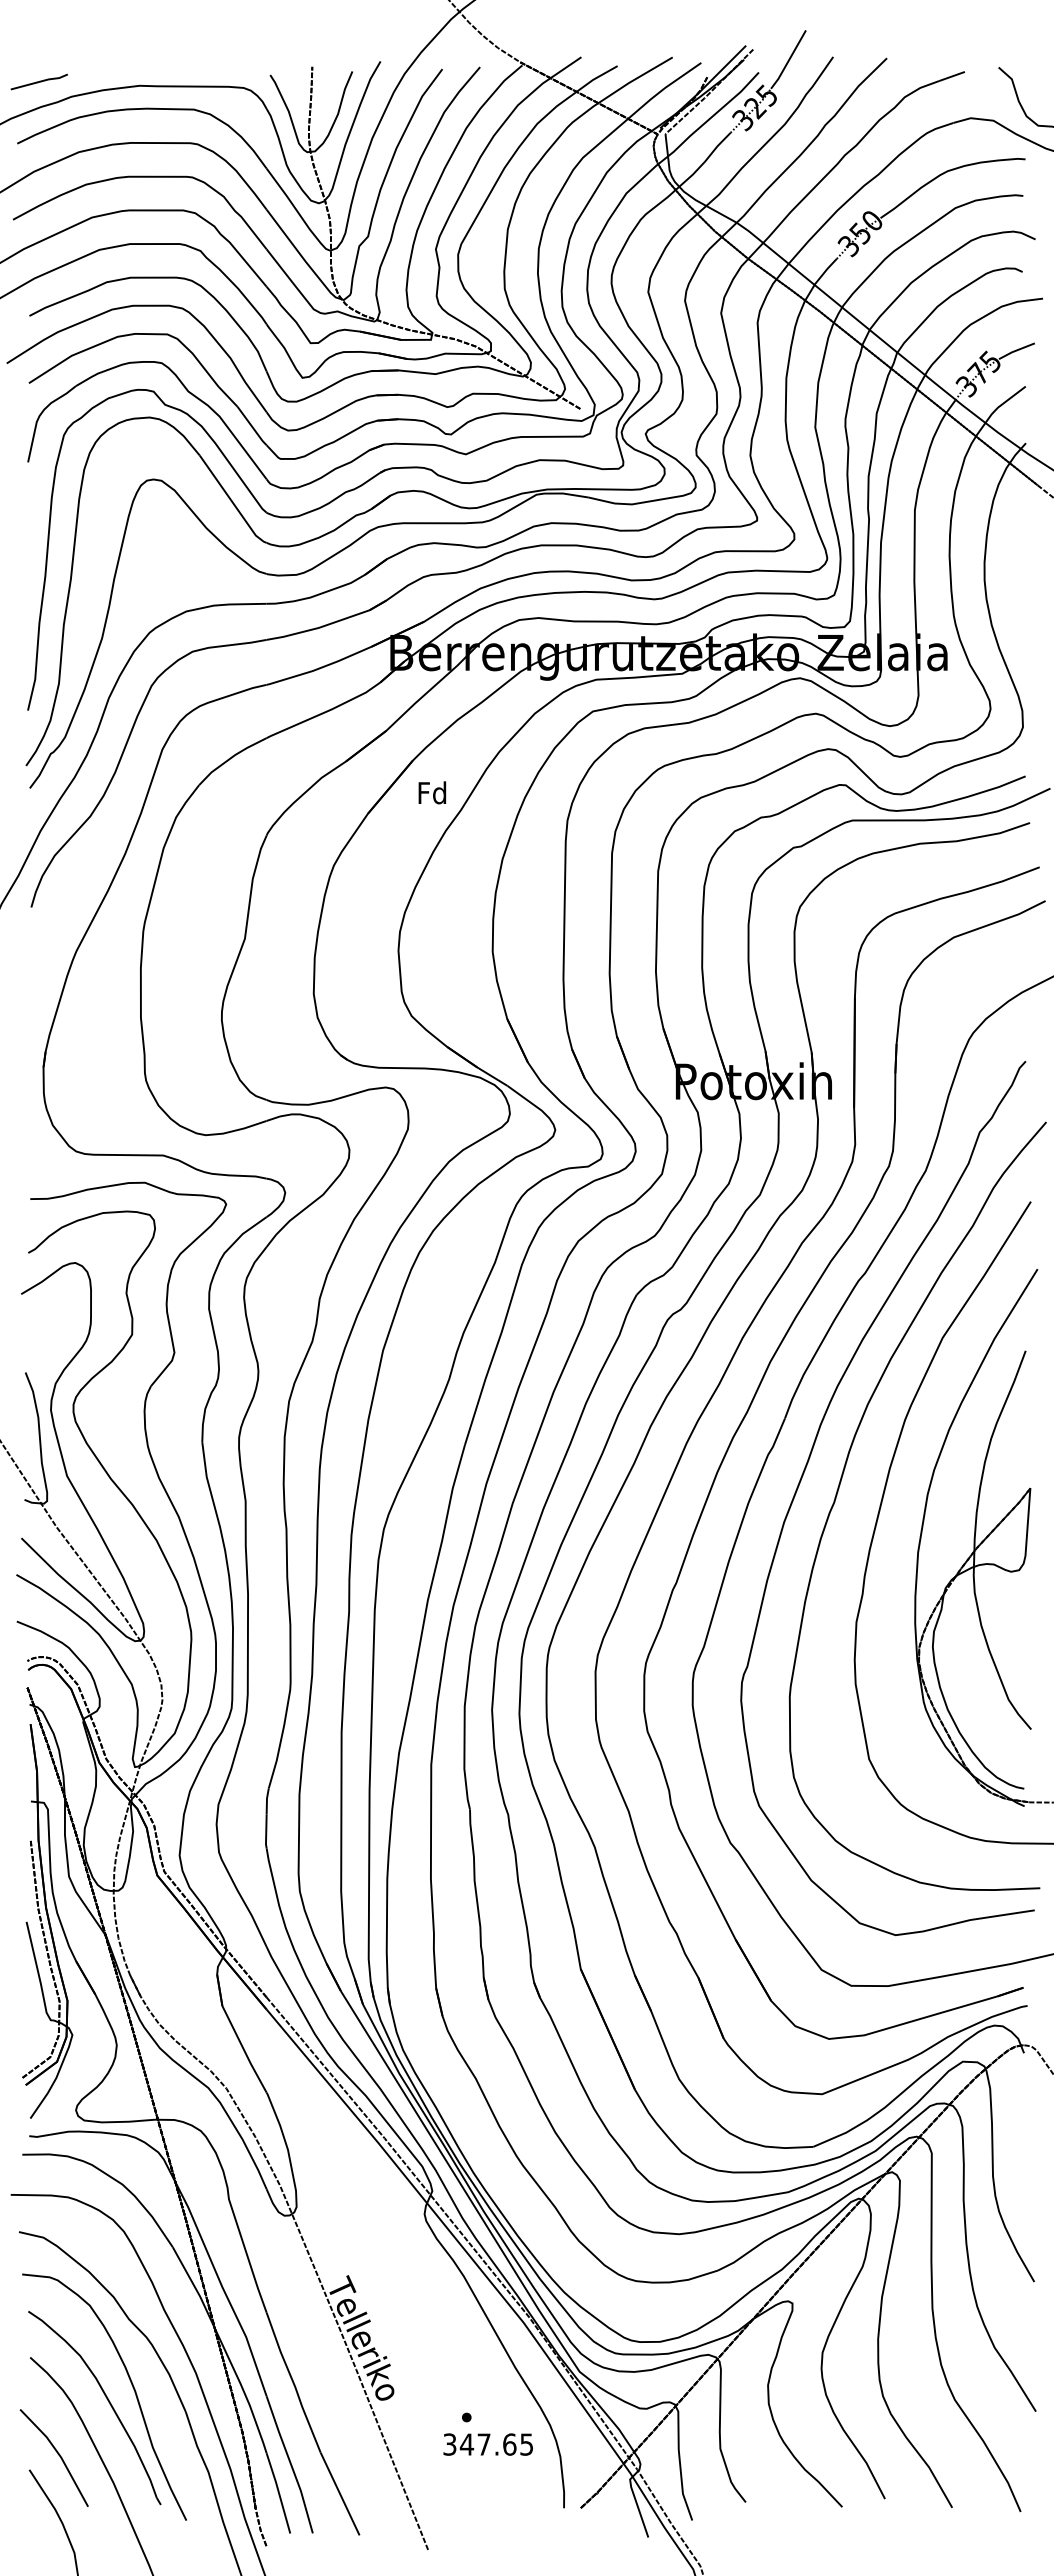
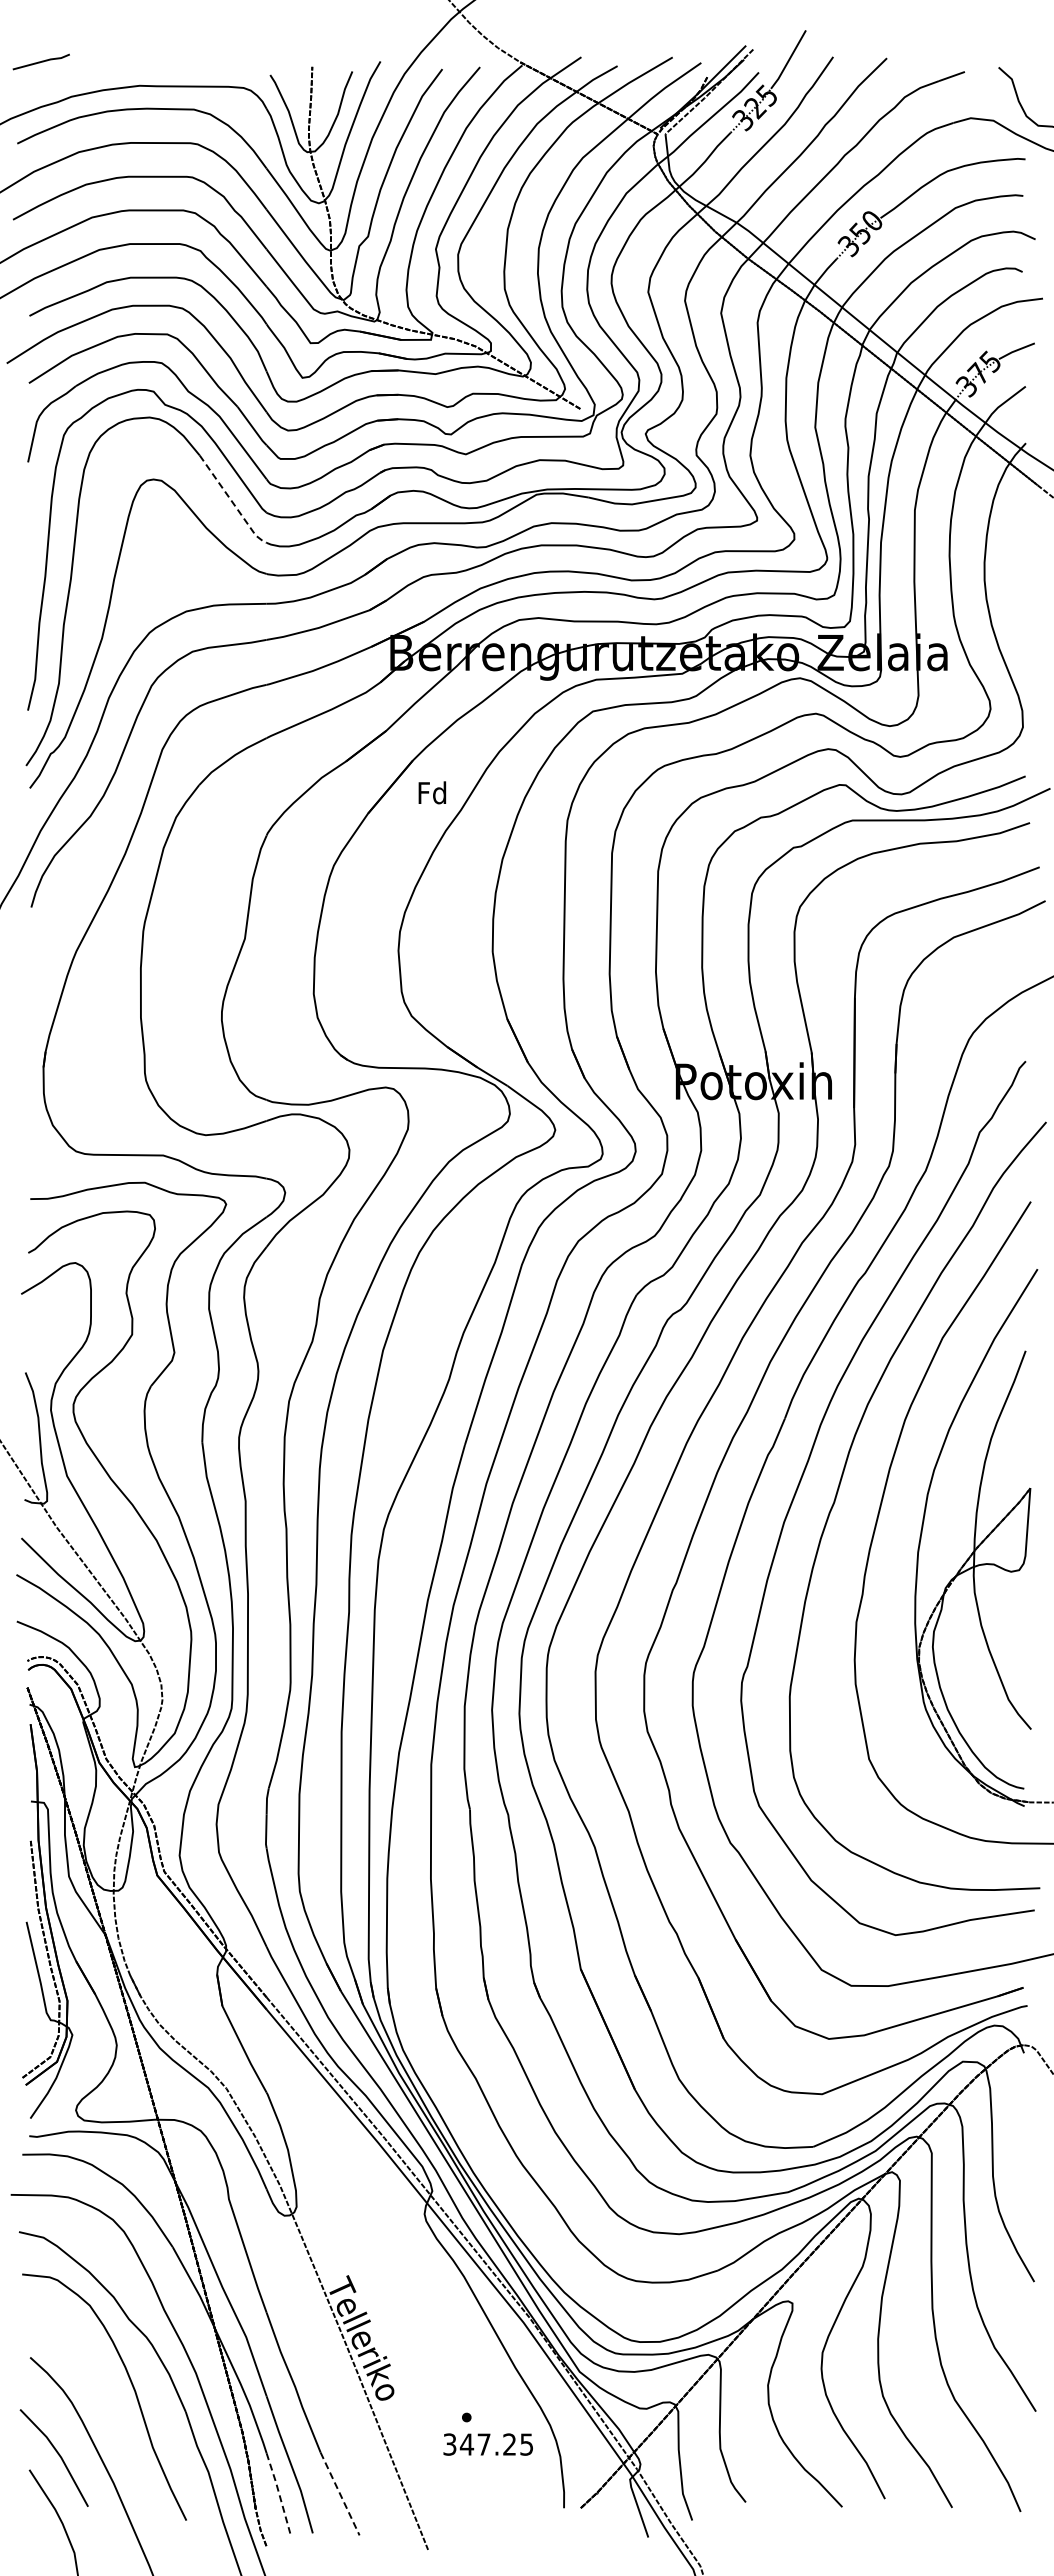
line at (38, 81) position: (38, 81) -> (40, 61)
line at (232, 502): solid -> dashed
part at (106, 2399): present -> none
text at (509, 2444): 347.65 -> 347.25
line at (278, 2492): solid -> dashed
line at (340, 2494): solid -> dashed
